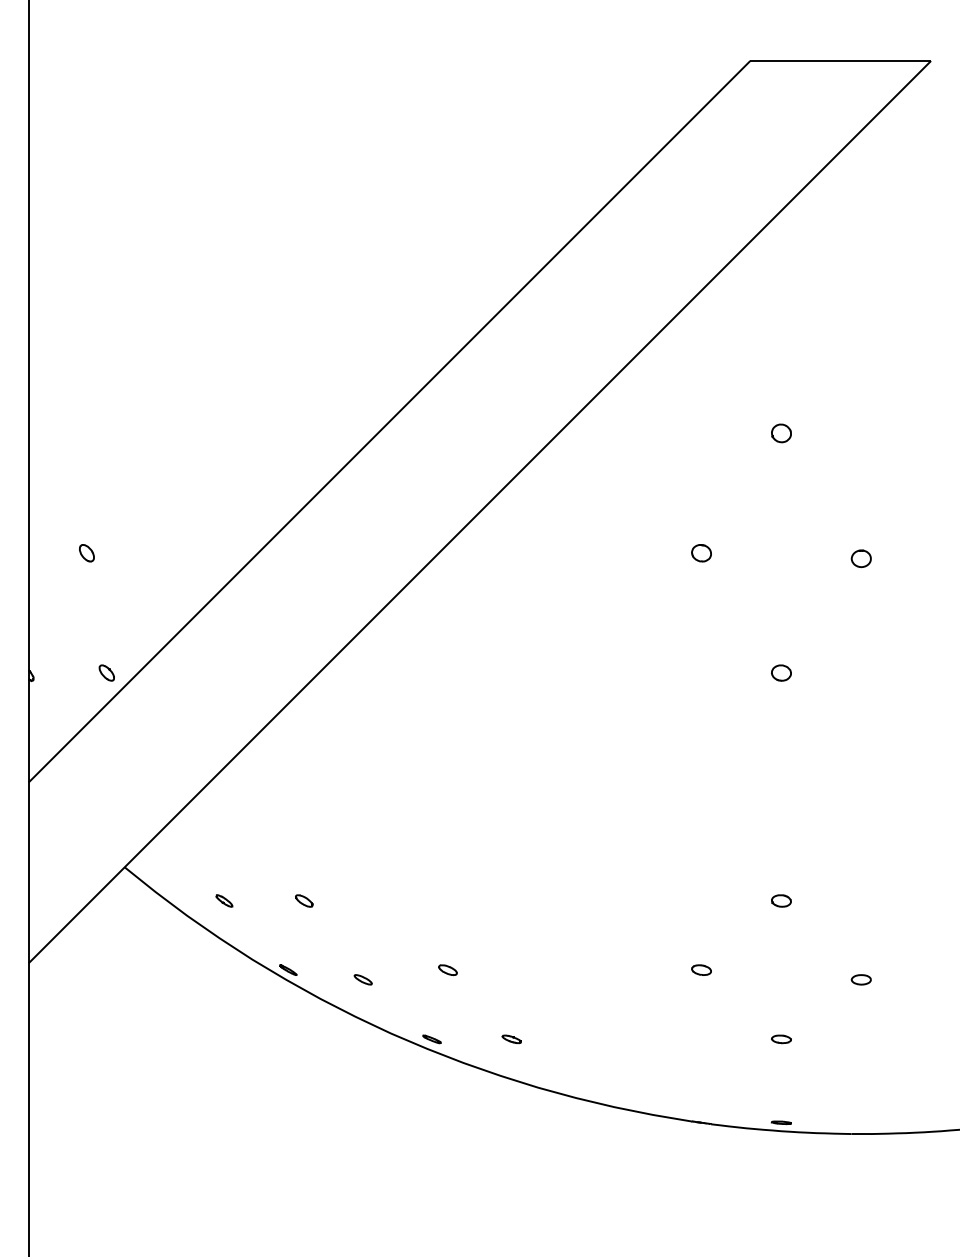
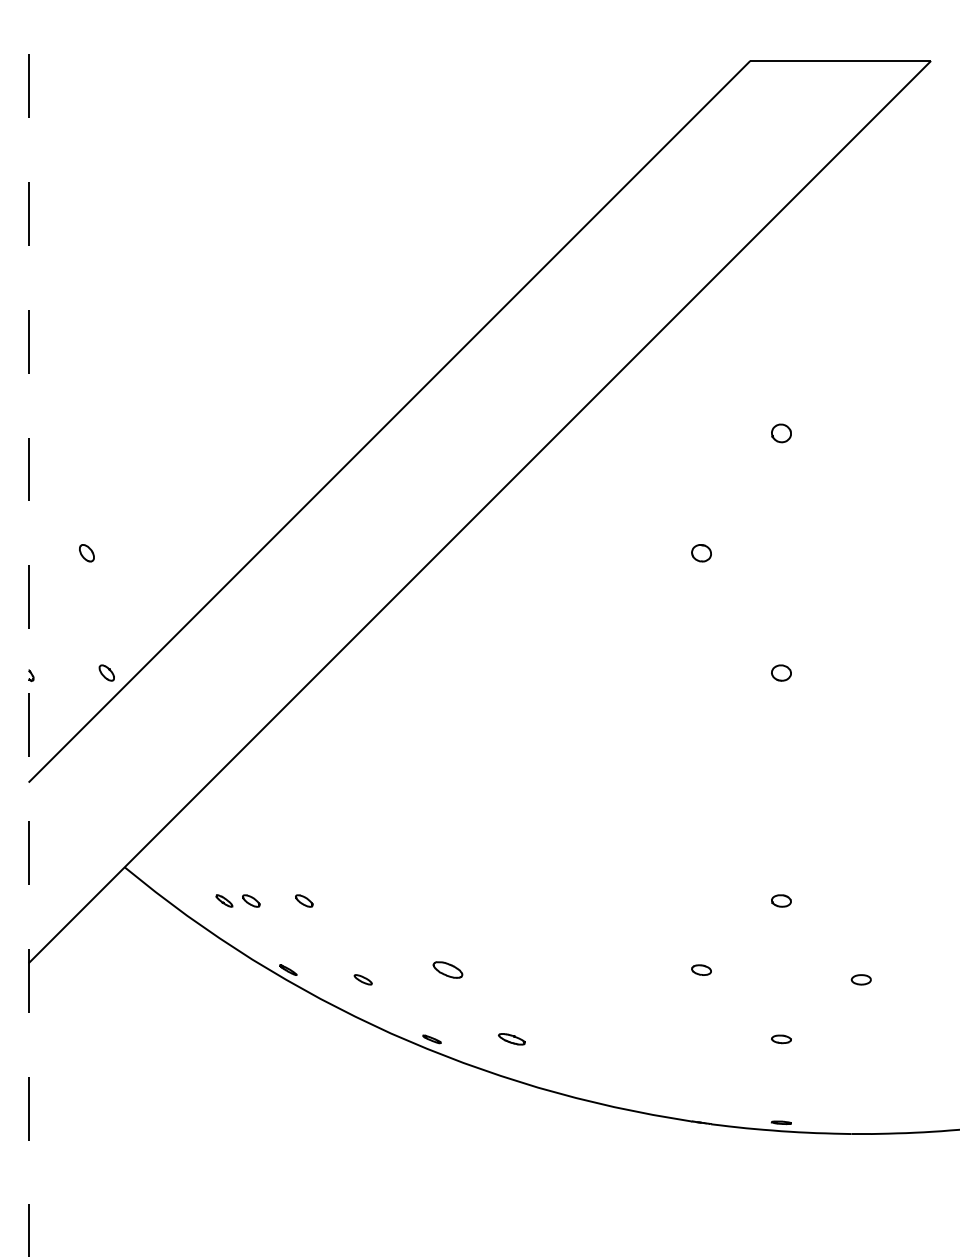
part at (860, 558): present -> none
line at (28, 629): solid -> dashed
part at (251, 900): none -> present
part at (447, 970) size: 20x13 px -> 32x18 px
part at (511, 1039) size: 21x11 px -> 28x13 px
